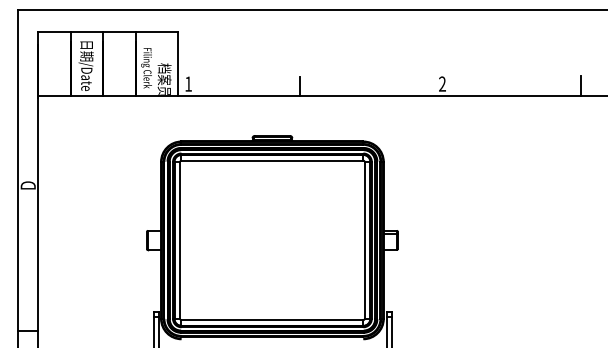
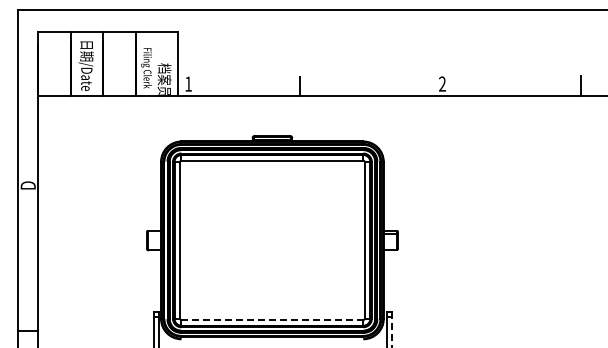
line at (272, 320): solid -> dashed
line at (392, 331): solid -> dashed
